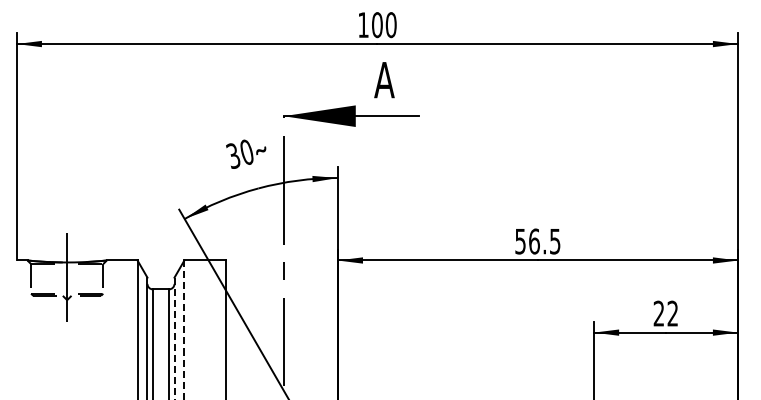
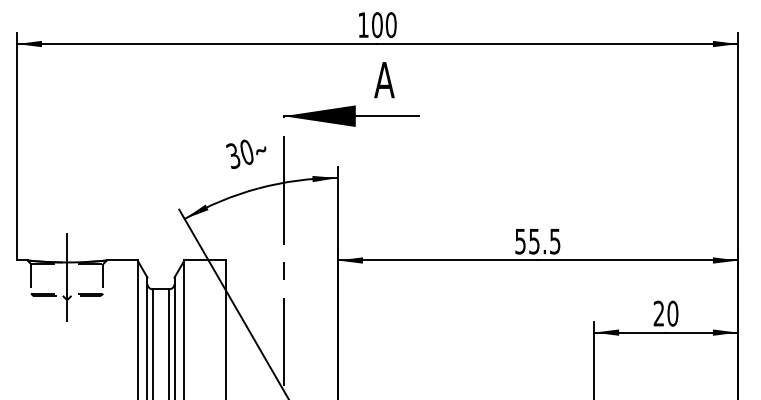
text at (534, 241): 56.5 -> 55.5
text at (672, 313): 22 -> 20
line at (184, 330): dashed -> solid
line at (174, 338): dashed -> solid
